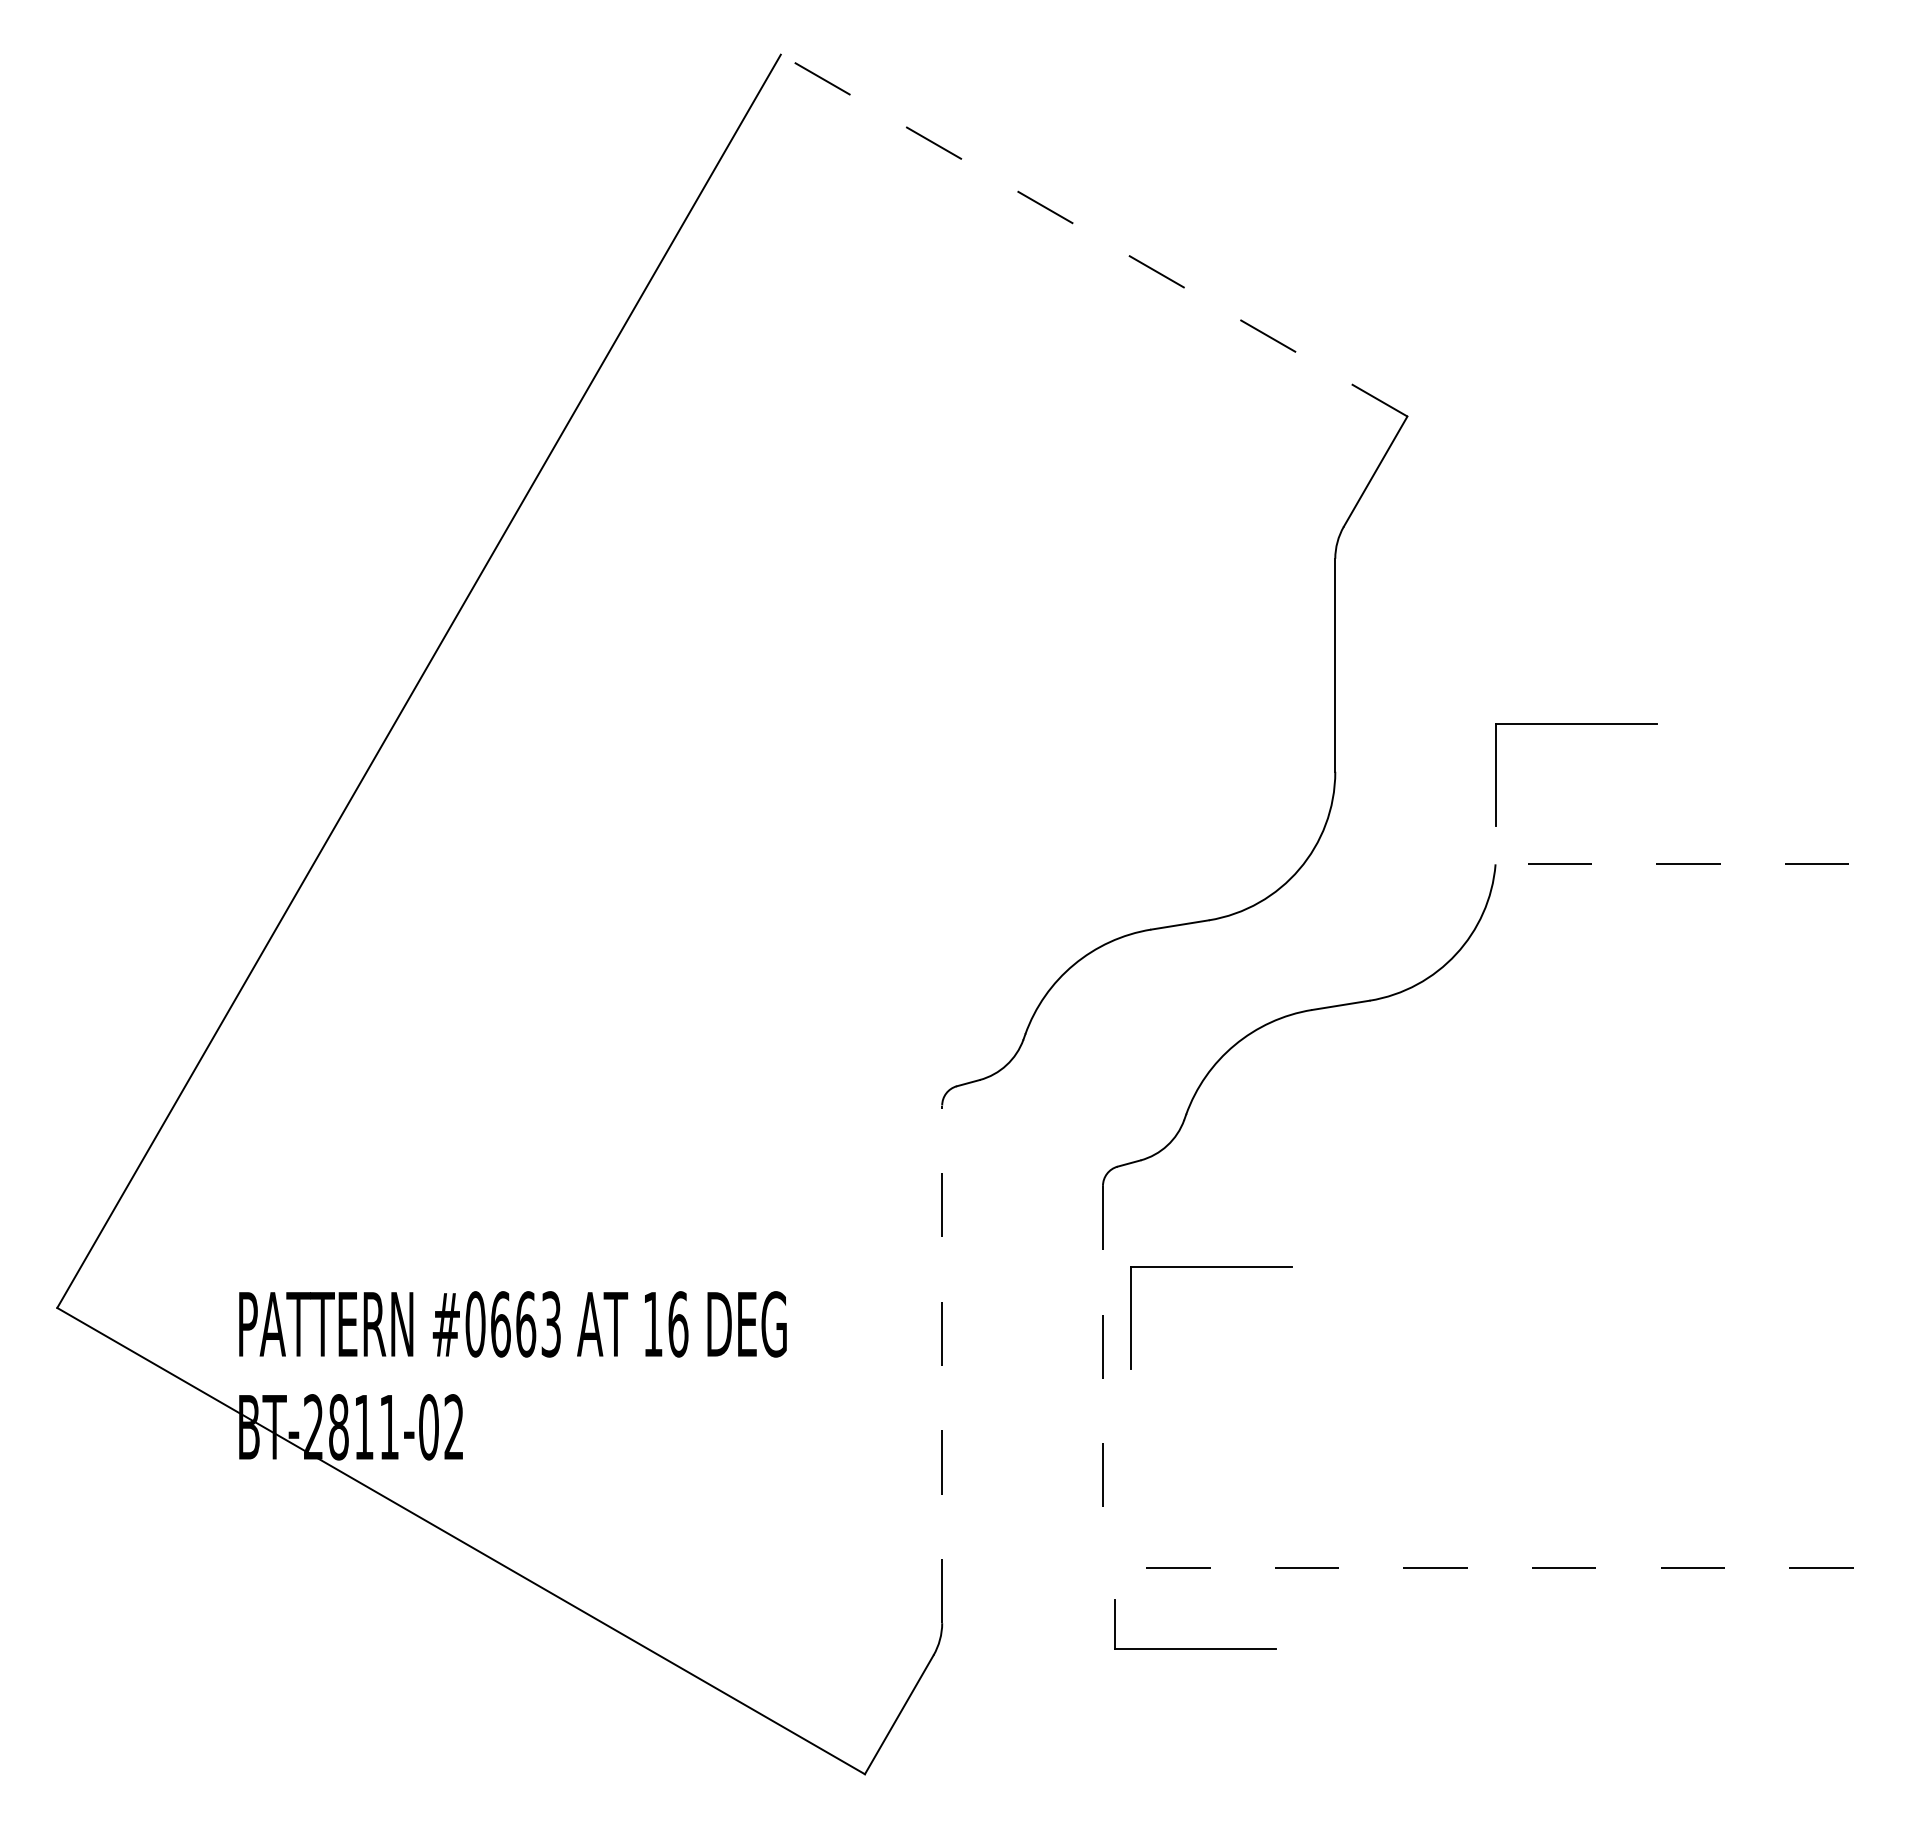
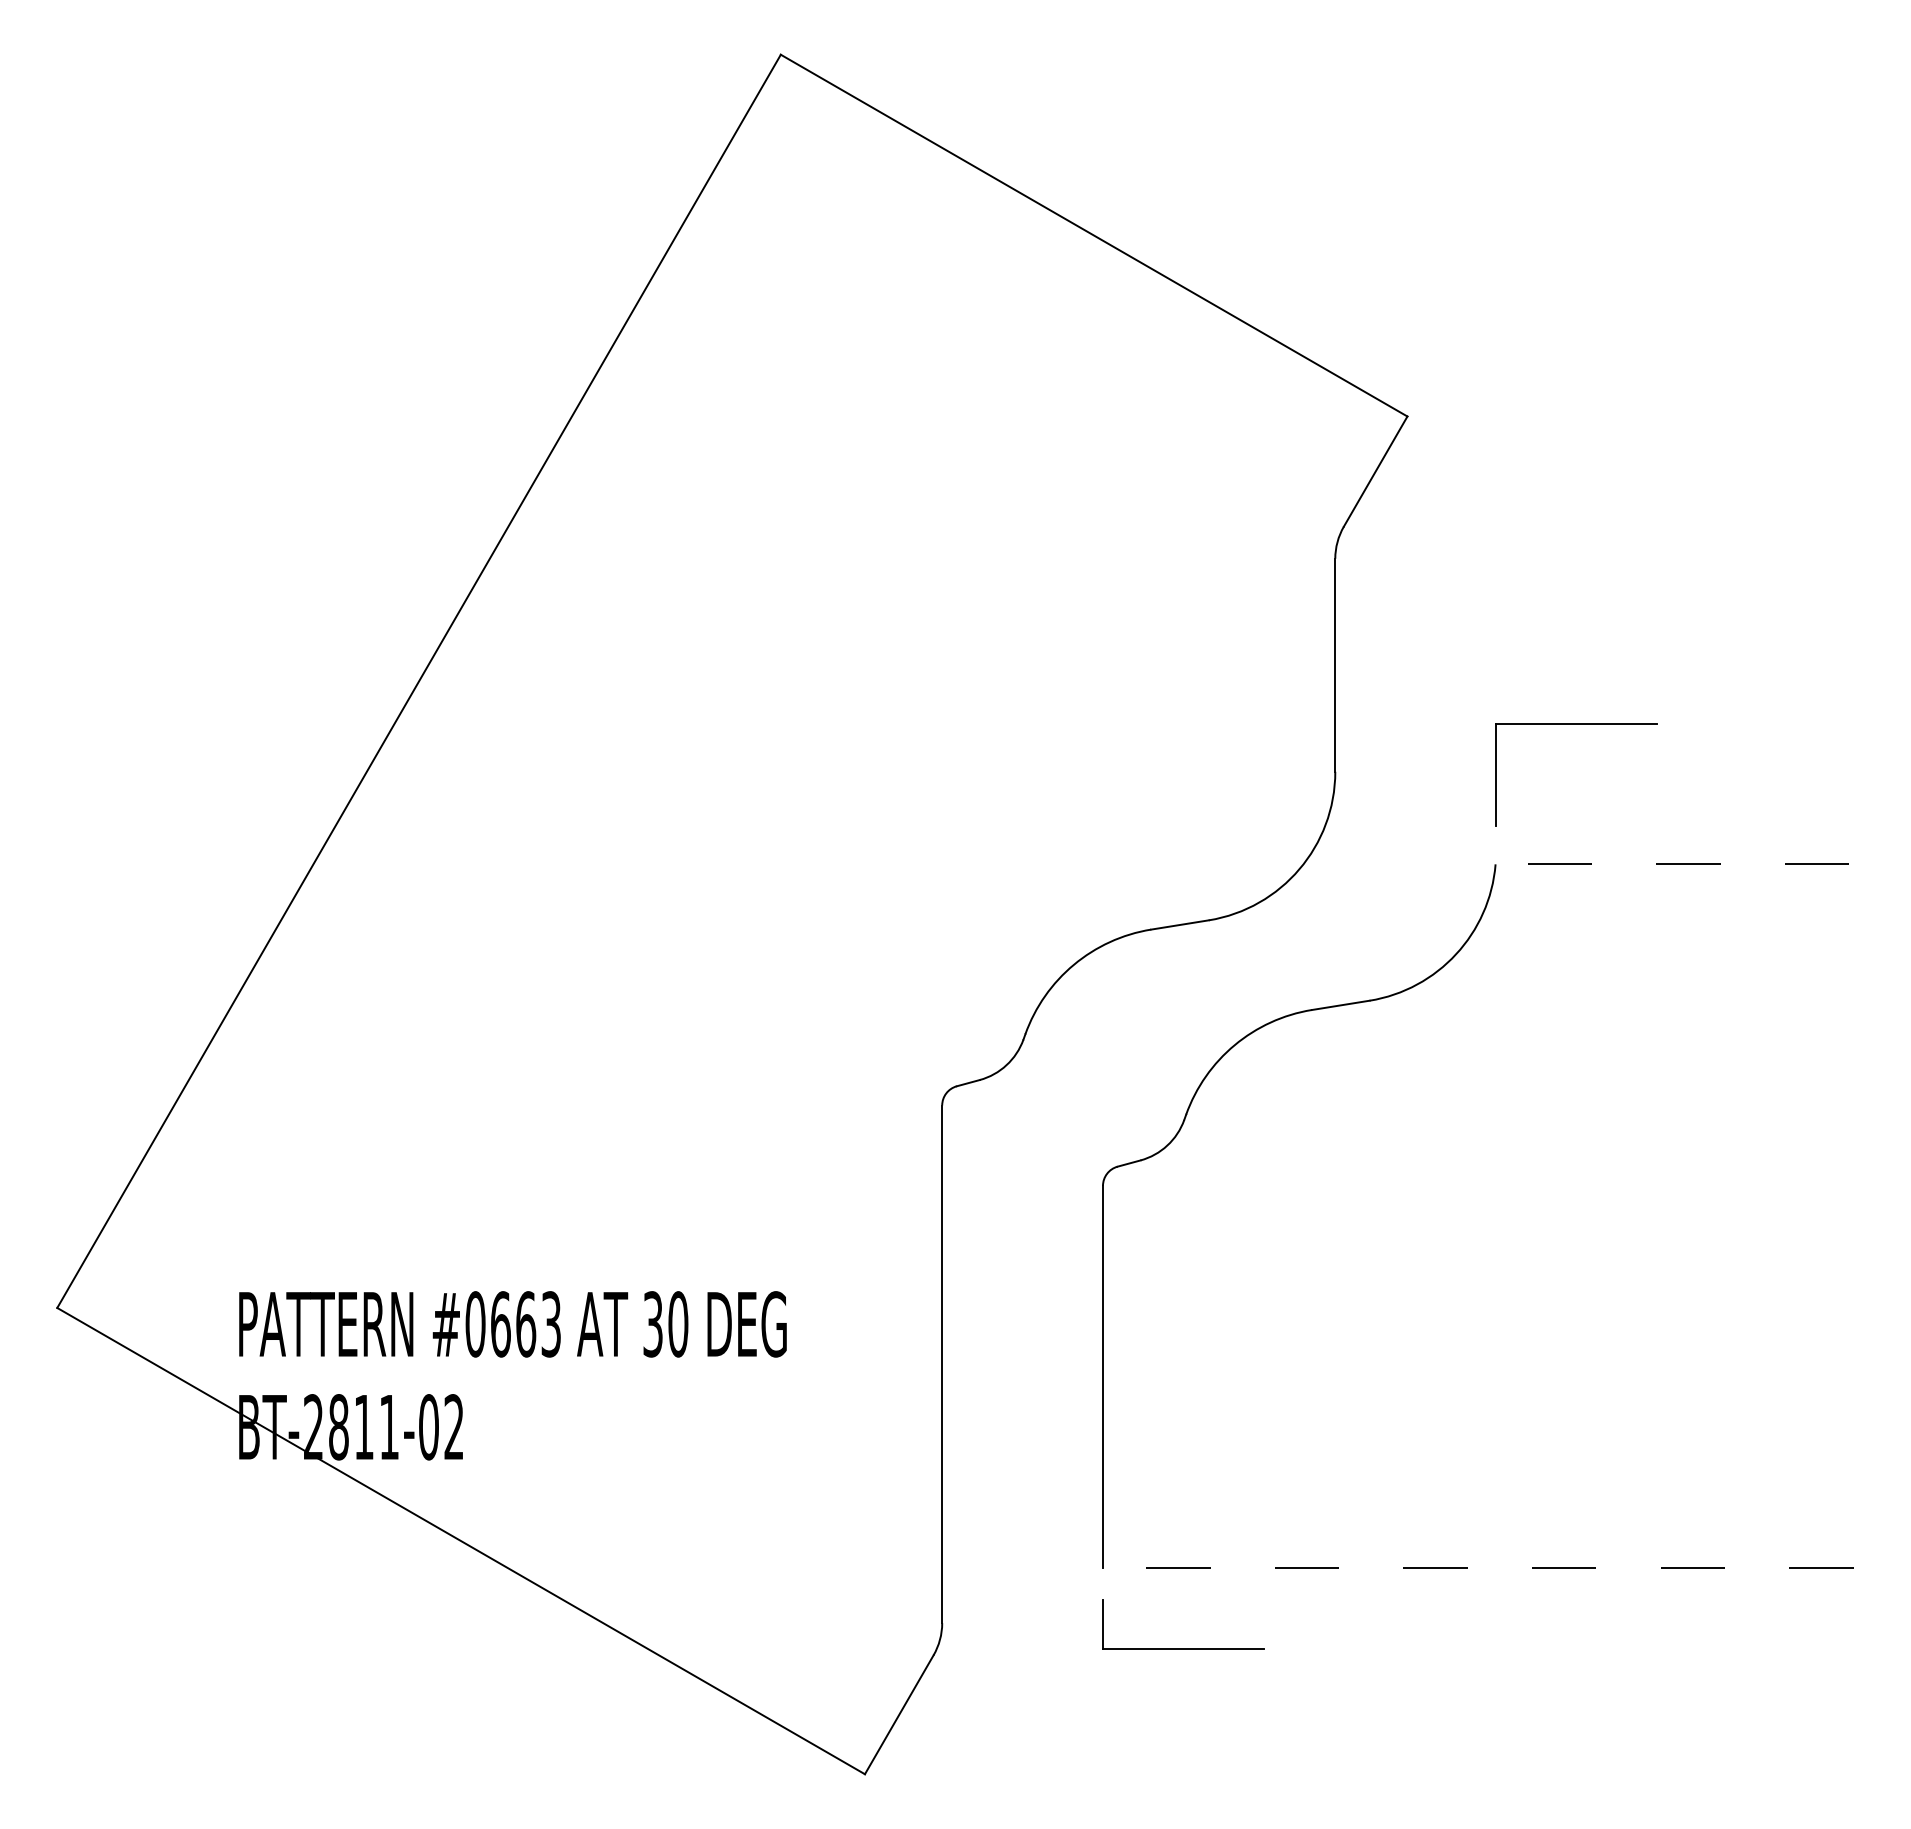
line at (1094, 235): dashed -> solid
part at (1211, 1267): present -> none
text at (665, 1324): 16 -> 30
line at (942, 1364): dashed -> solid
line at (1102, 1377): dashed -> solid
part at (1195, 1648) position: (1195, 1648) -> (1183, 1648)
